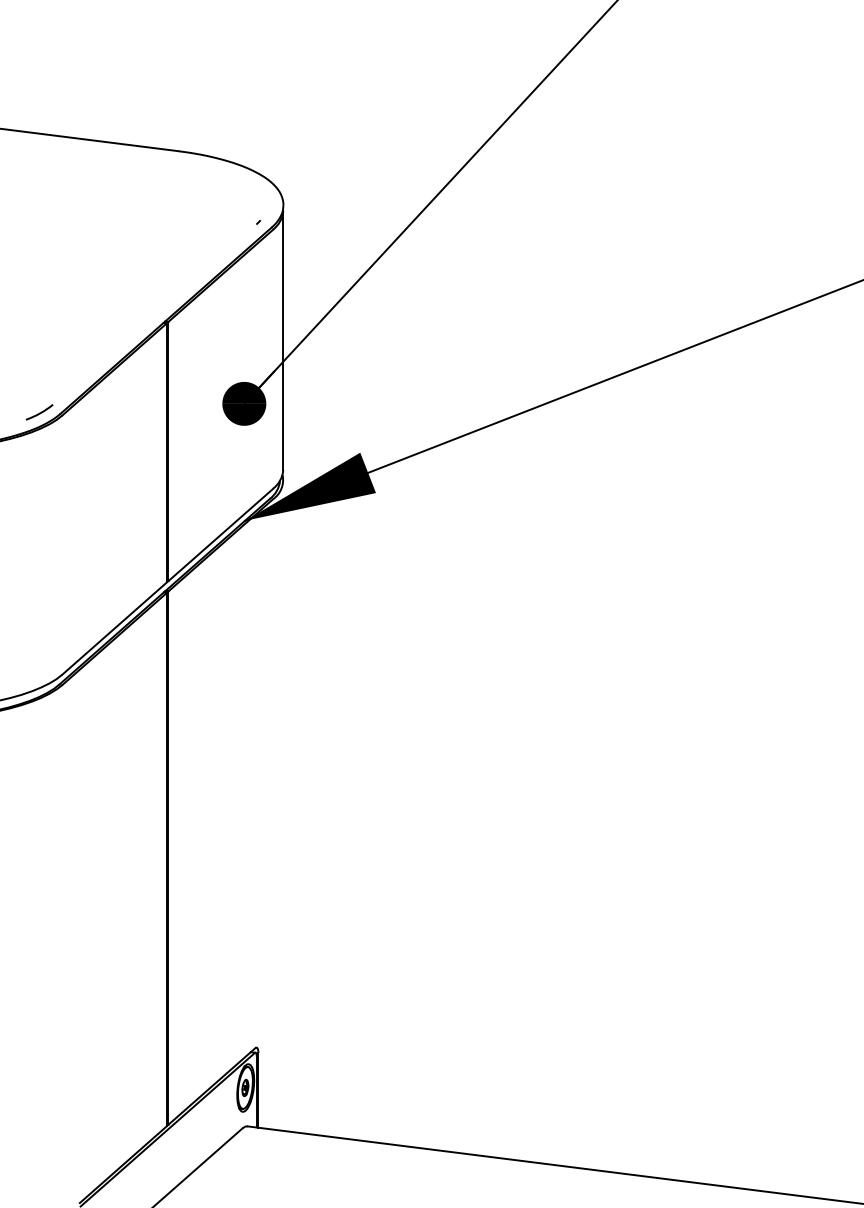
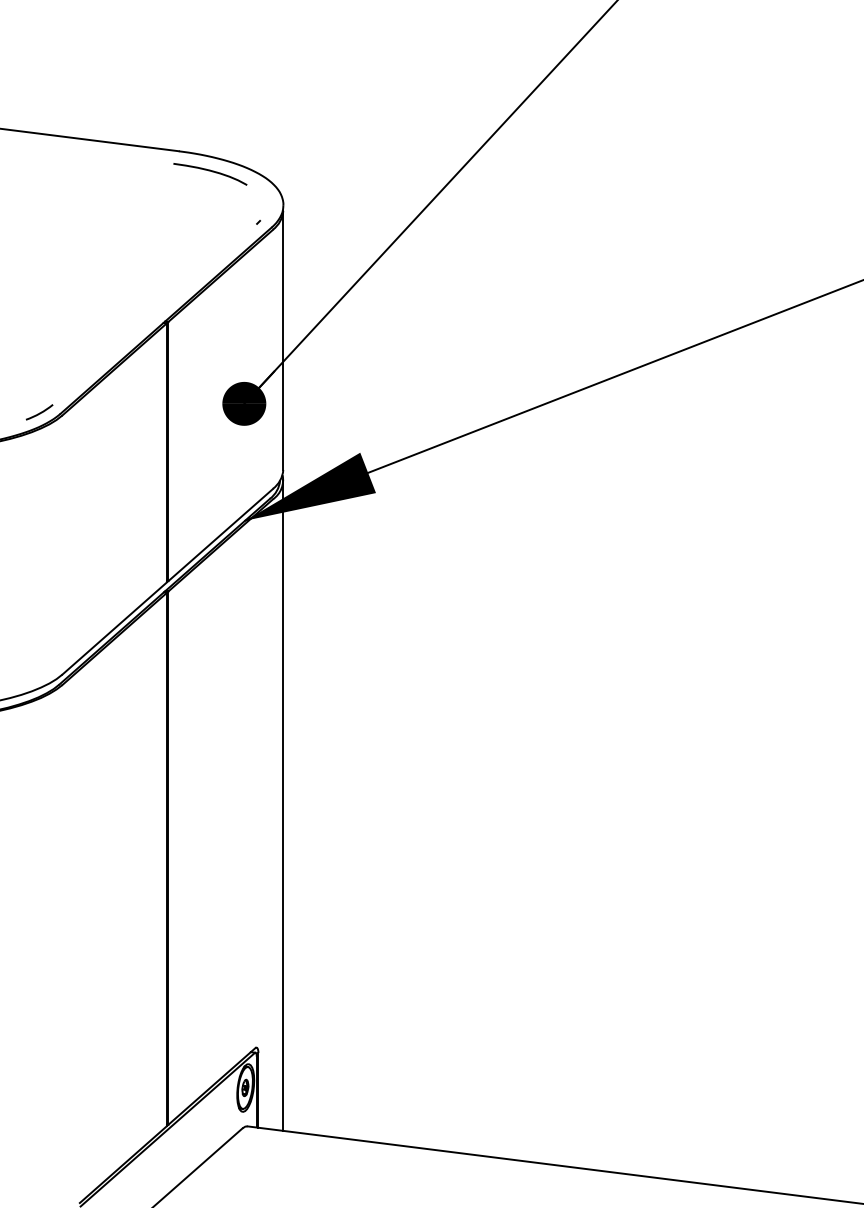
curve at (212, 172): none -> present
line at (283, 805): none -> present
